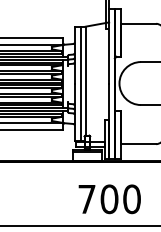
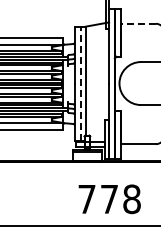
line at (138, 23): solid -> dashed
line at (80, 83): solid -> dashed
text at (120, 199): 700 -> 778
